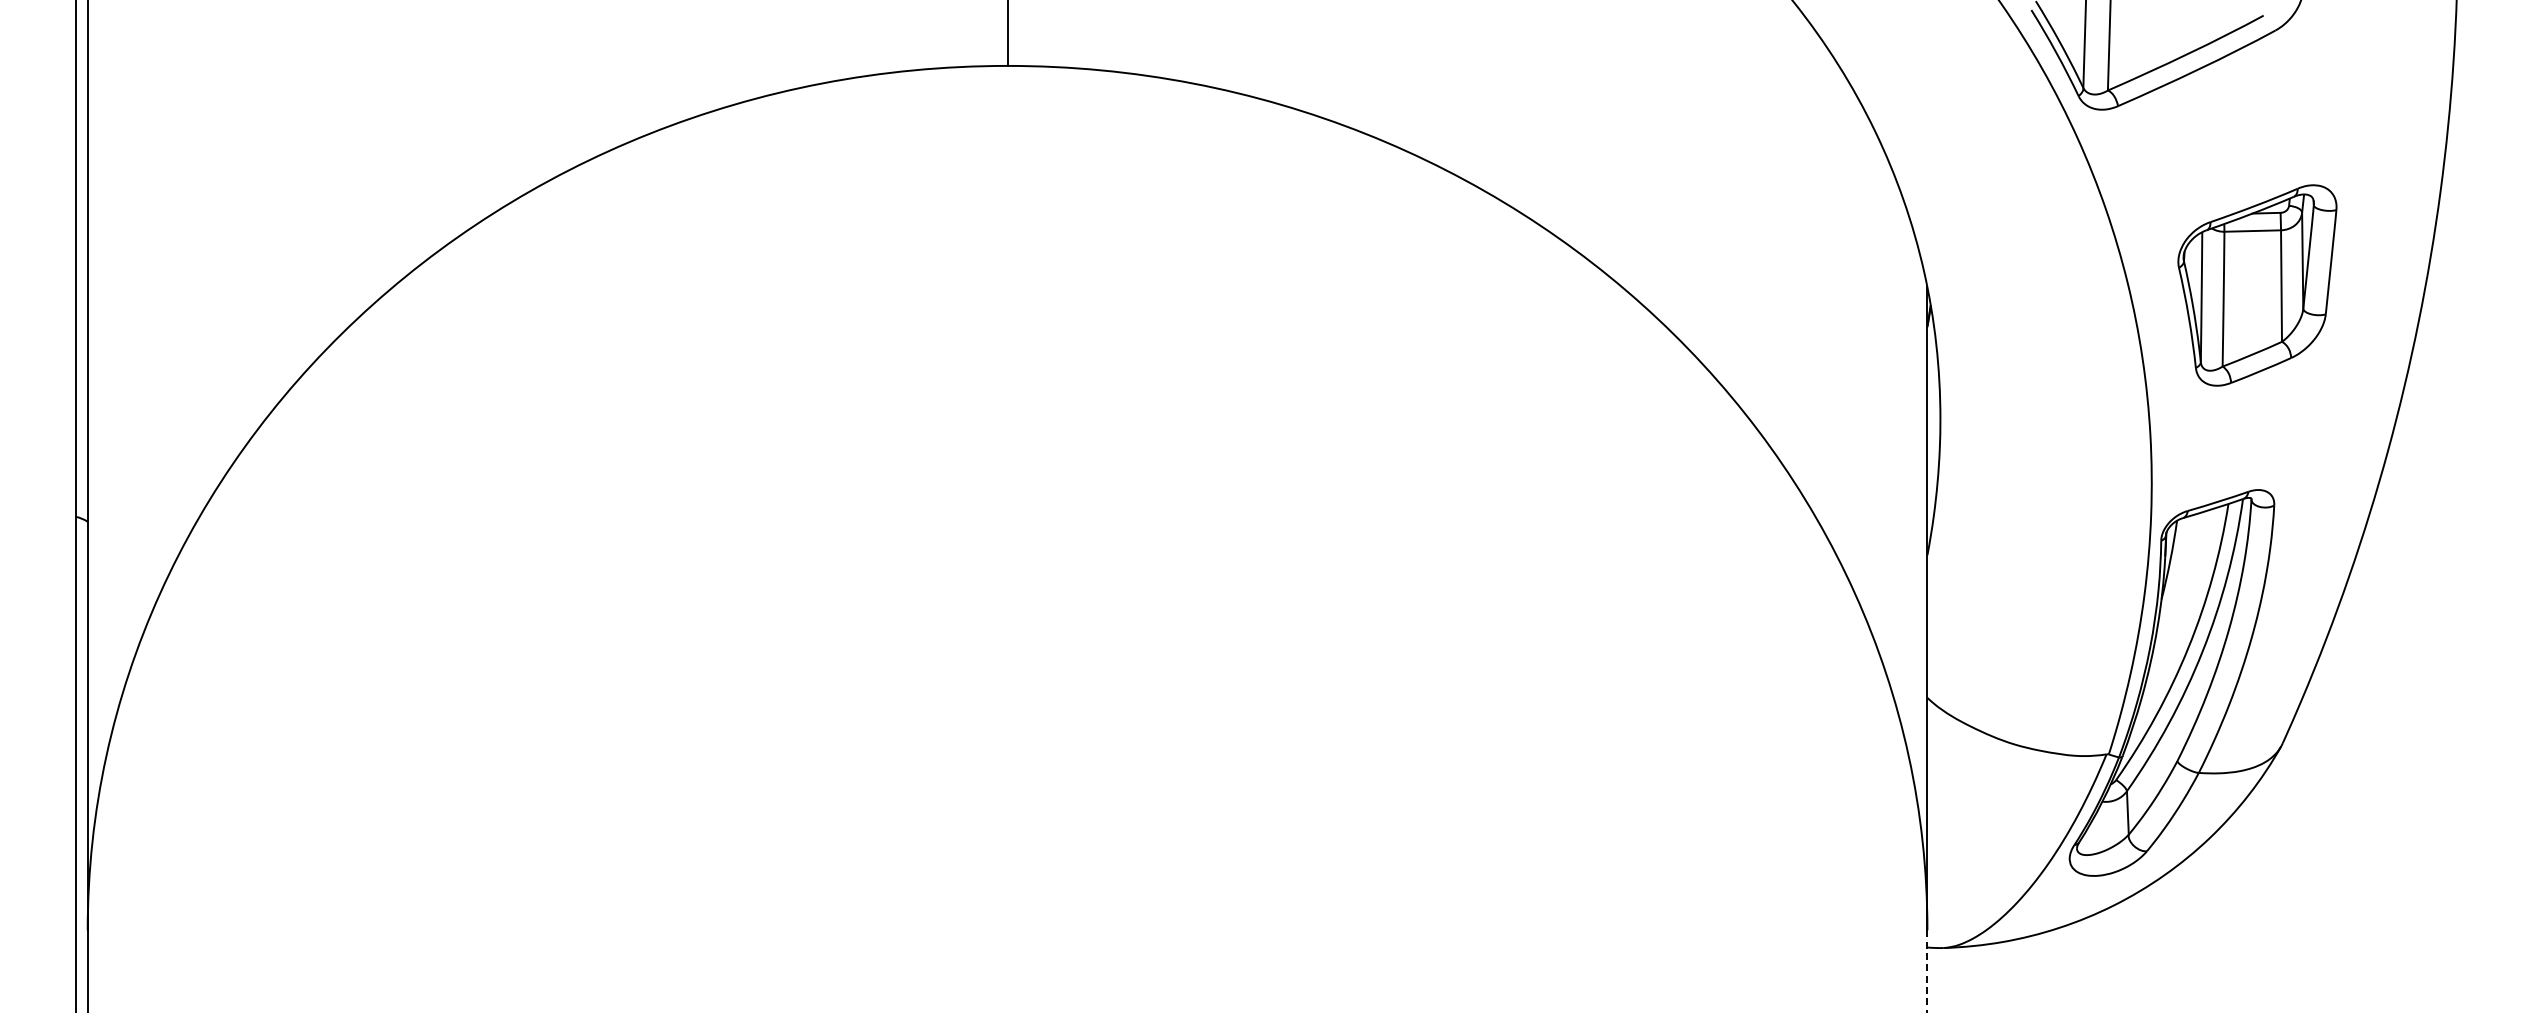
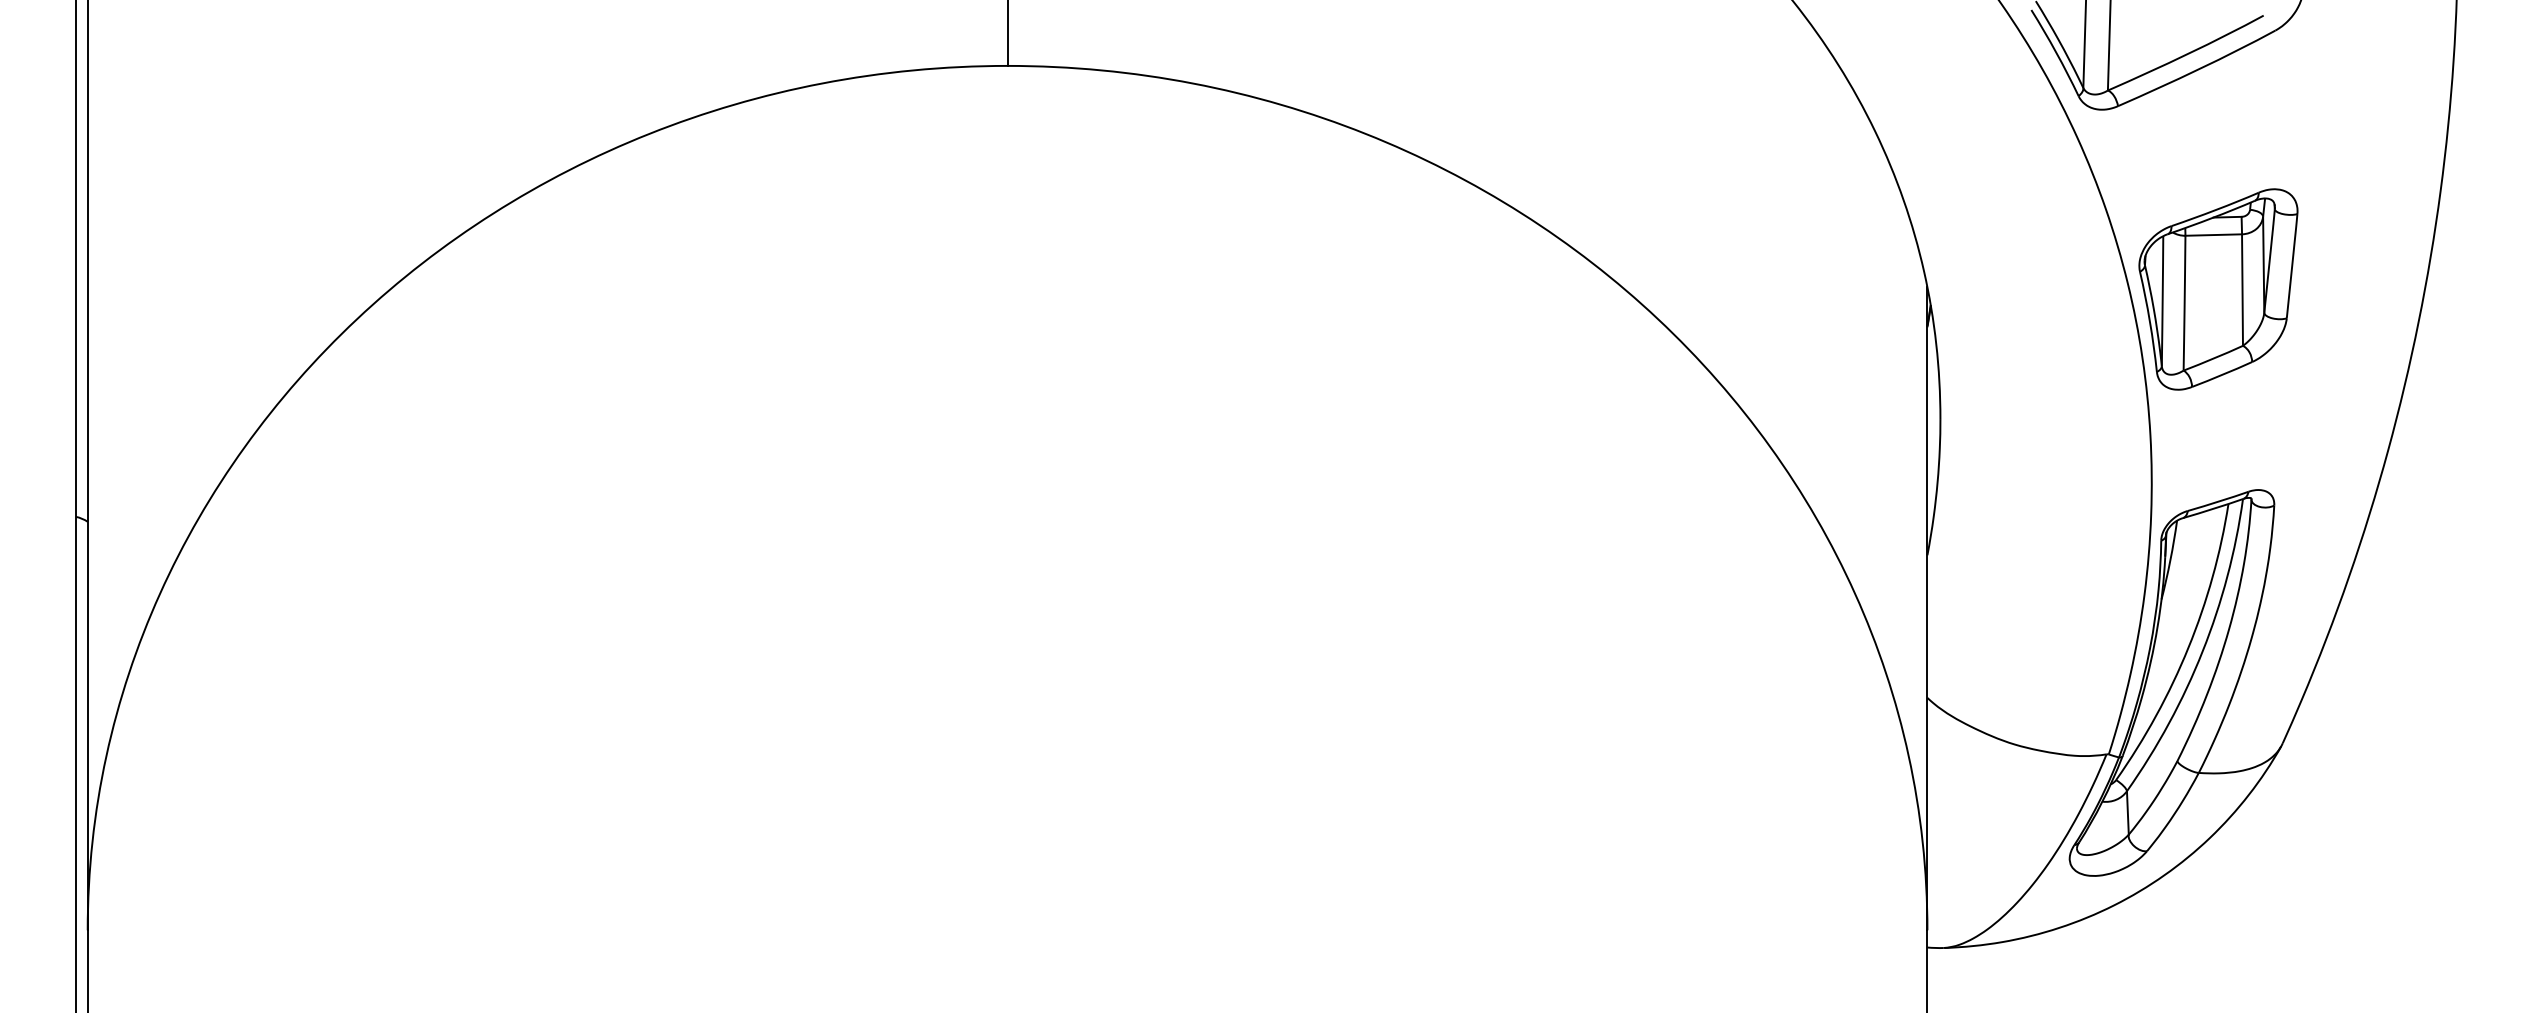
part at (2257, 285) position: (2257, 285) -> (2218, 289)
line at (1927, 971): dashed -> solid
